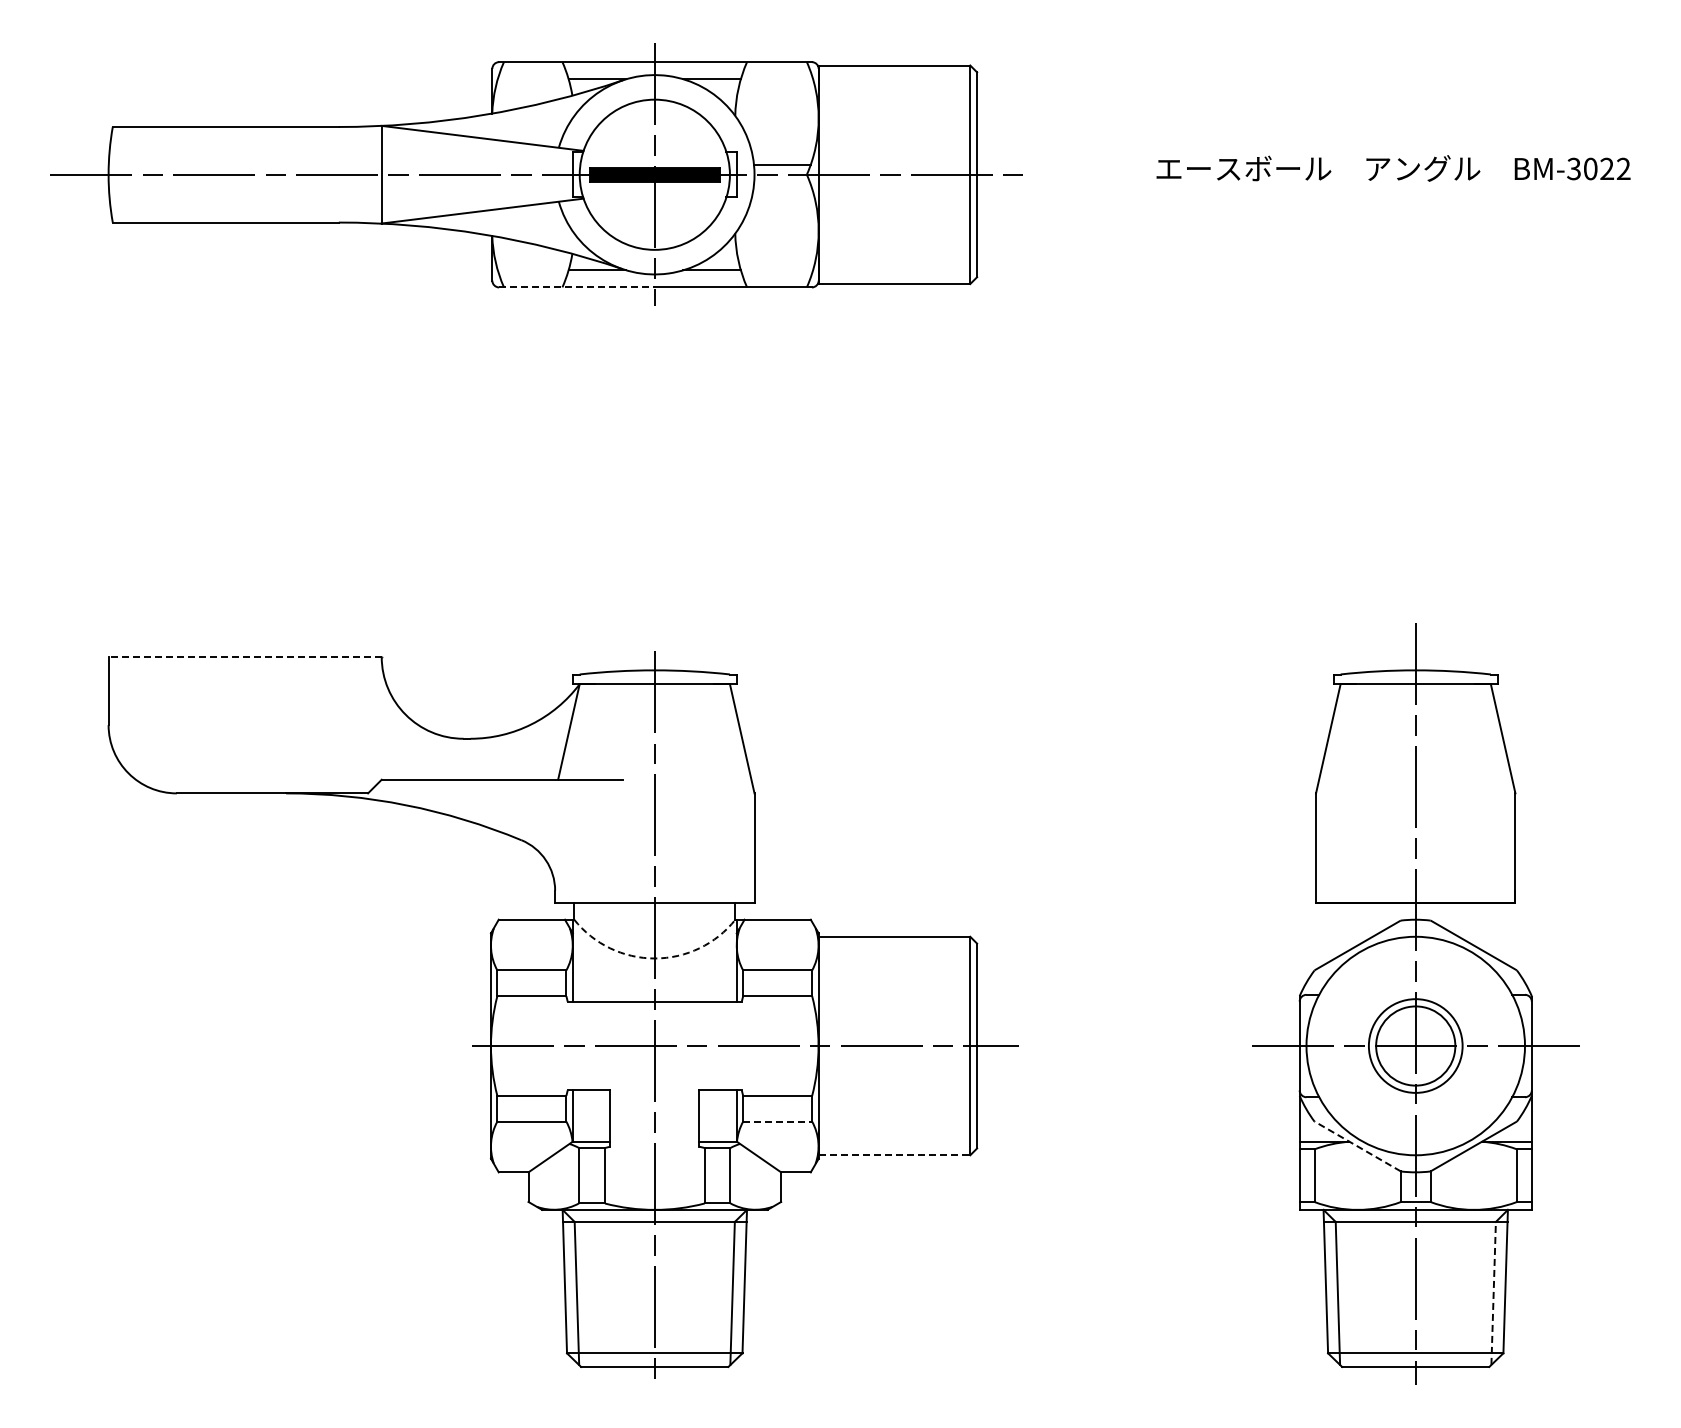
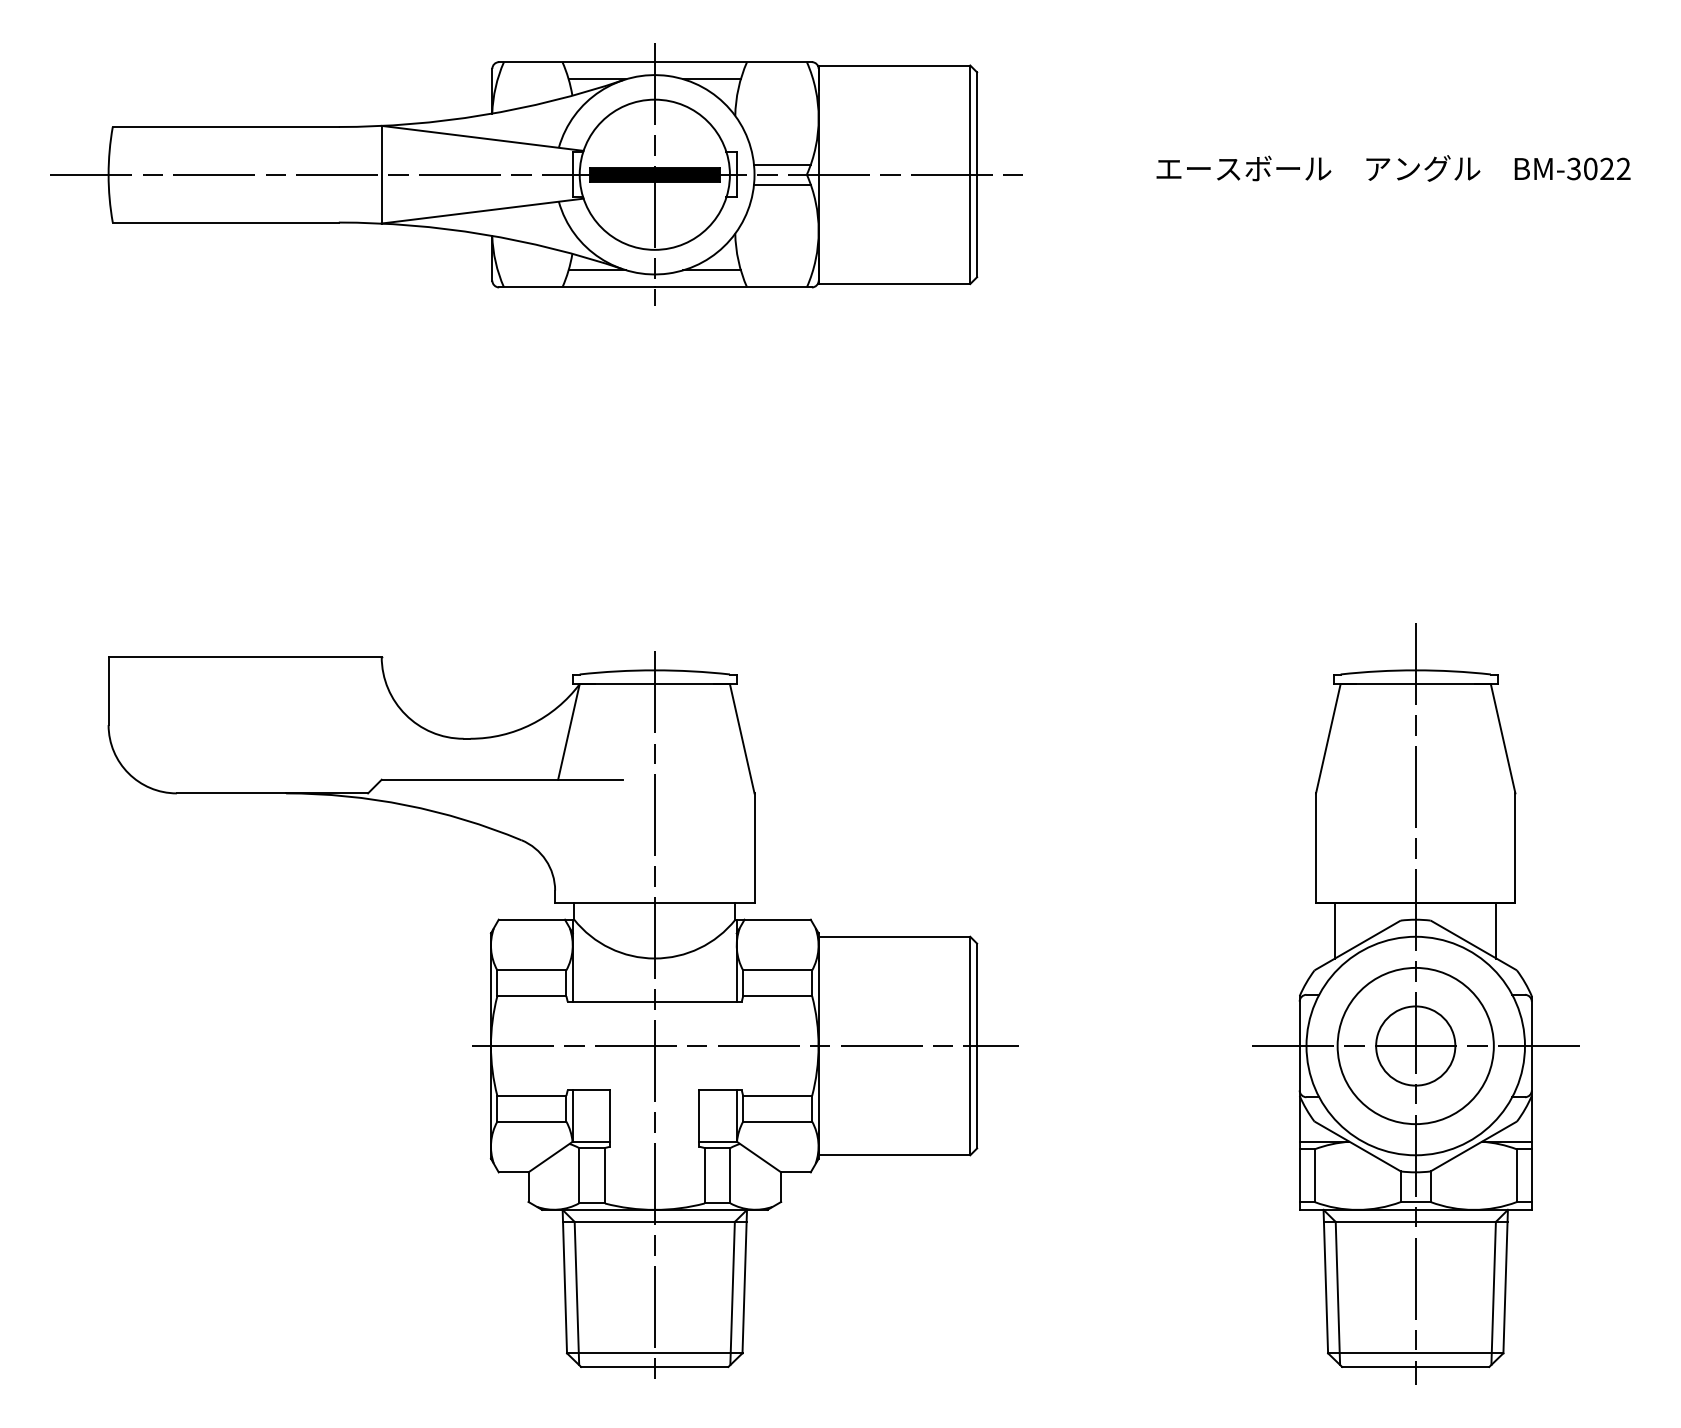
line at (781, 185): none -> present
line at (577, 287): dashed -> solid
line at (245, 656): dashed -> solid
line at (1335, 930): none -> present
line at (1496, 930): none -> present
arc at (654, 958): dashed -> solid
circle at (1415, 1045) diameter: 94 px -> 156 px
line at (777, 1121): dashed -> solid
line at (1357, 1146): dashed -> solid
line at (894, 1155): dashed -> solid
line at (1493, 1293): dashed -> solid
